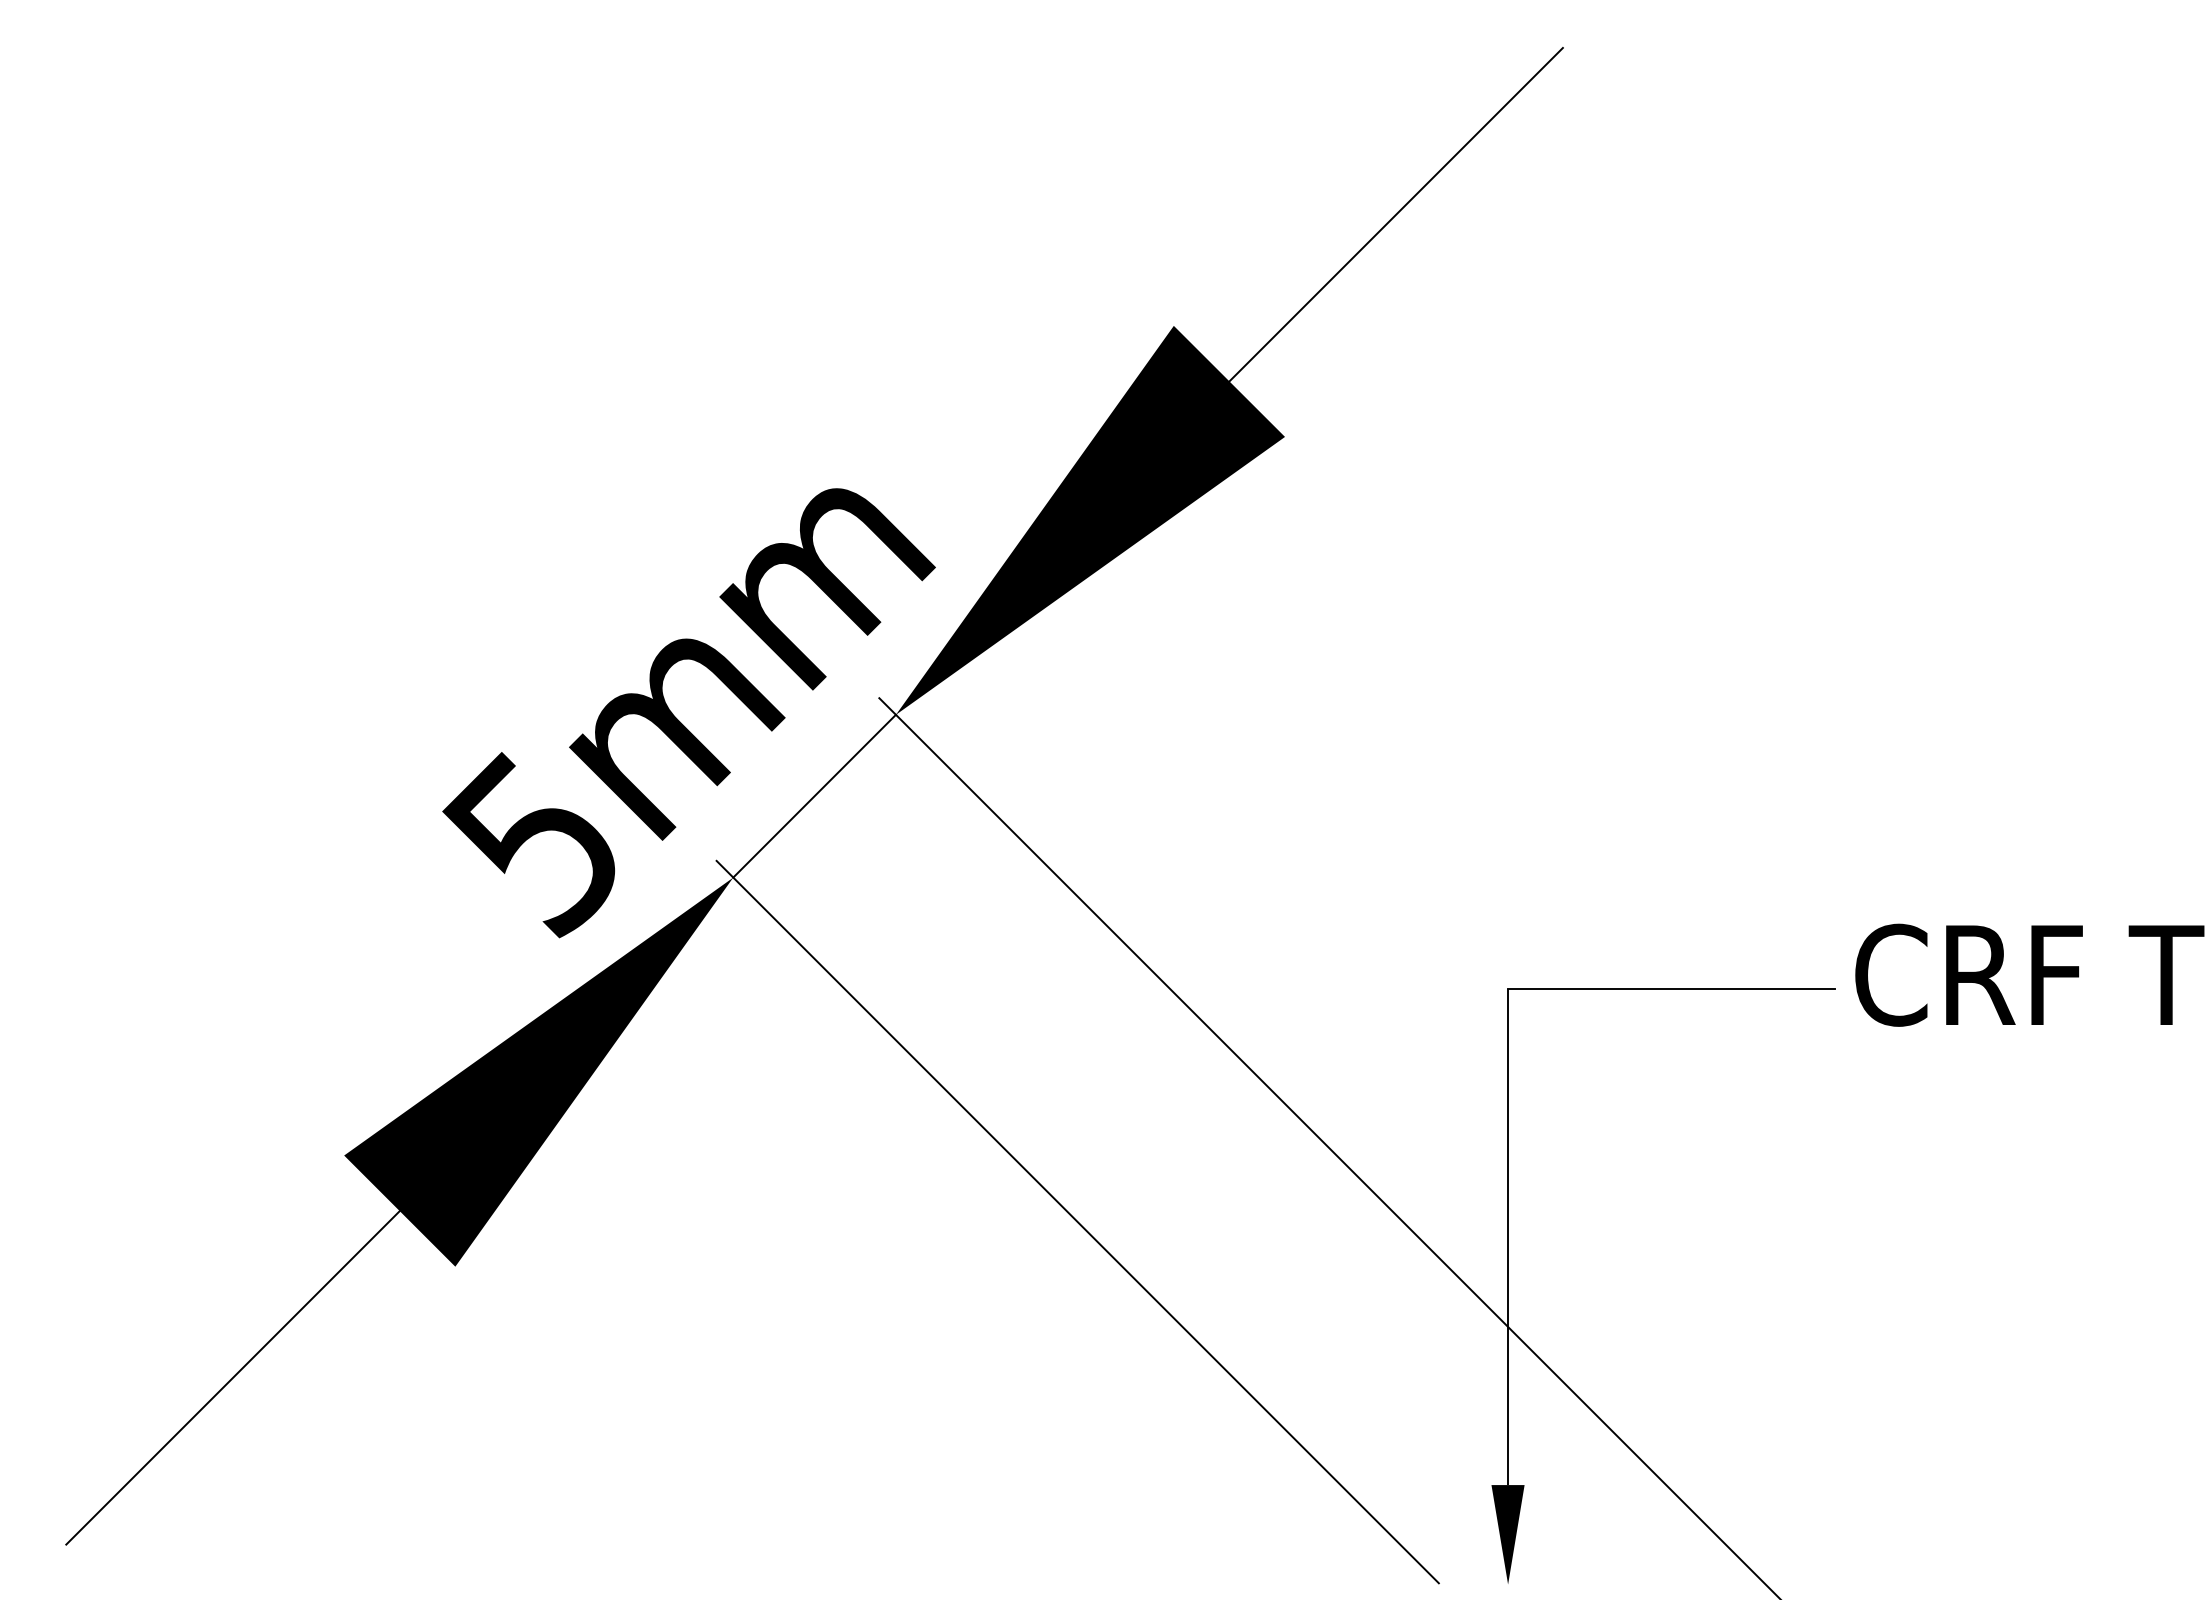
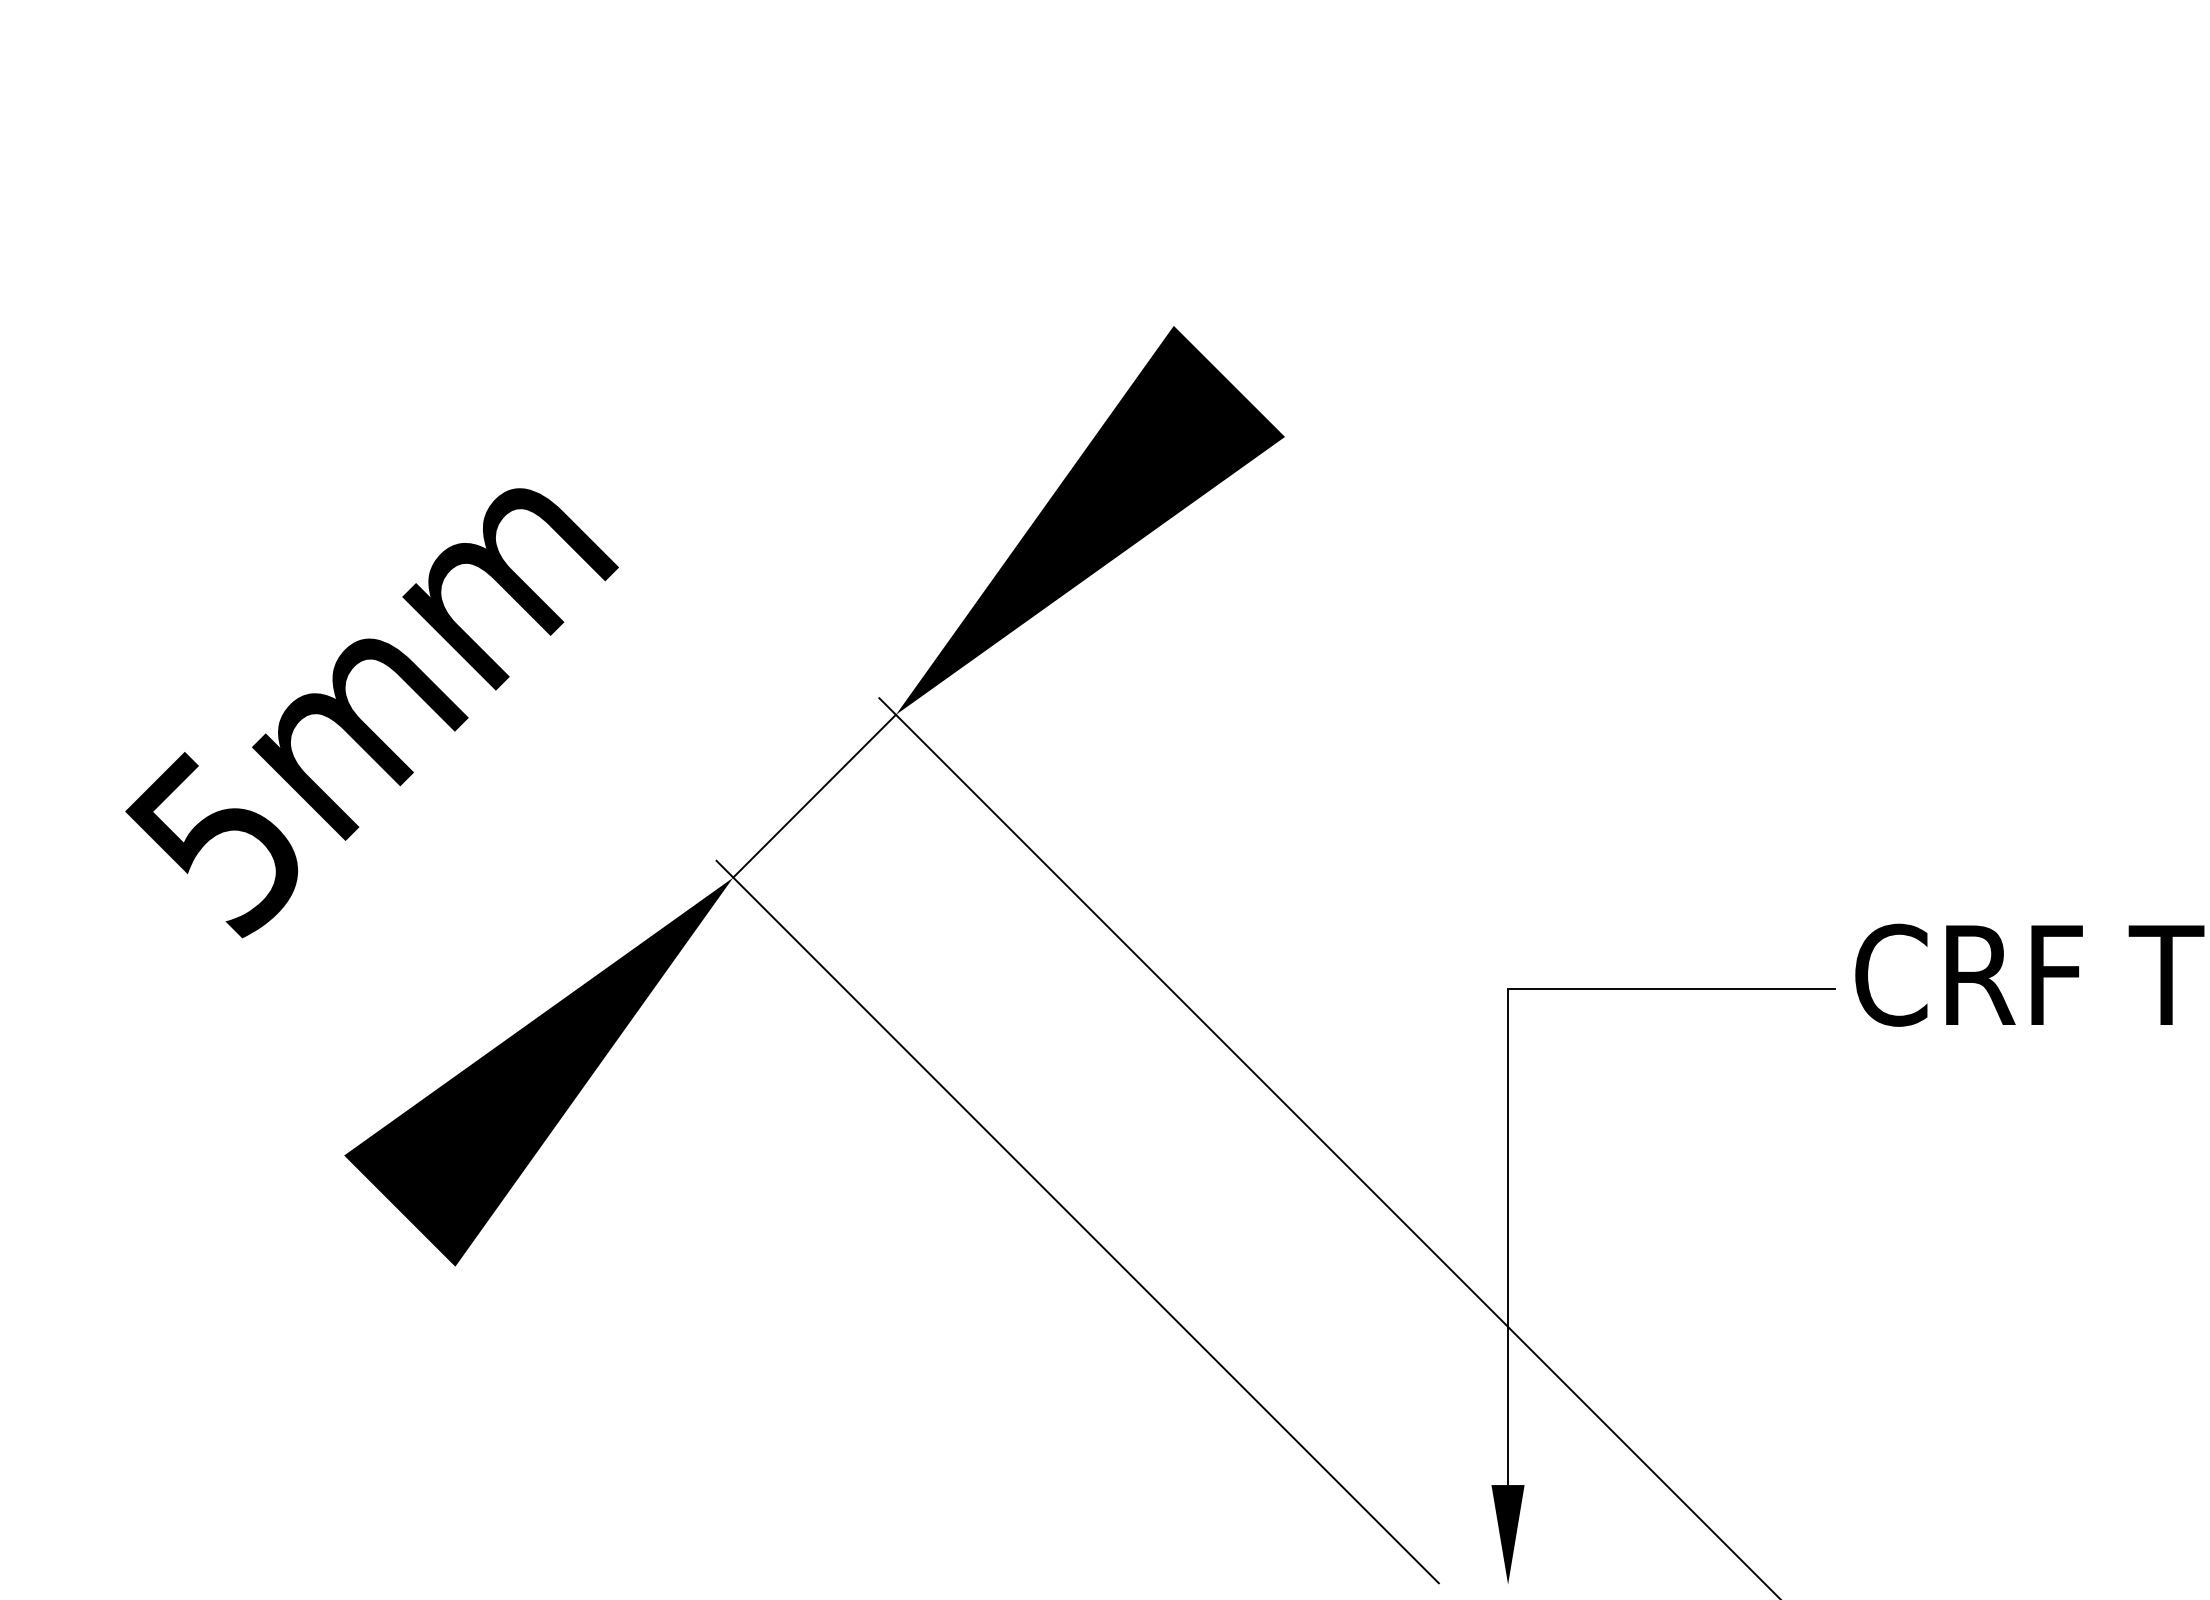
line at (1395, 214): present -> none
text at (688, 713) position: (688, 713) -> (371, 713)
line at (232, 1377): present -> none
